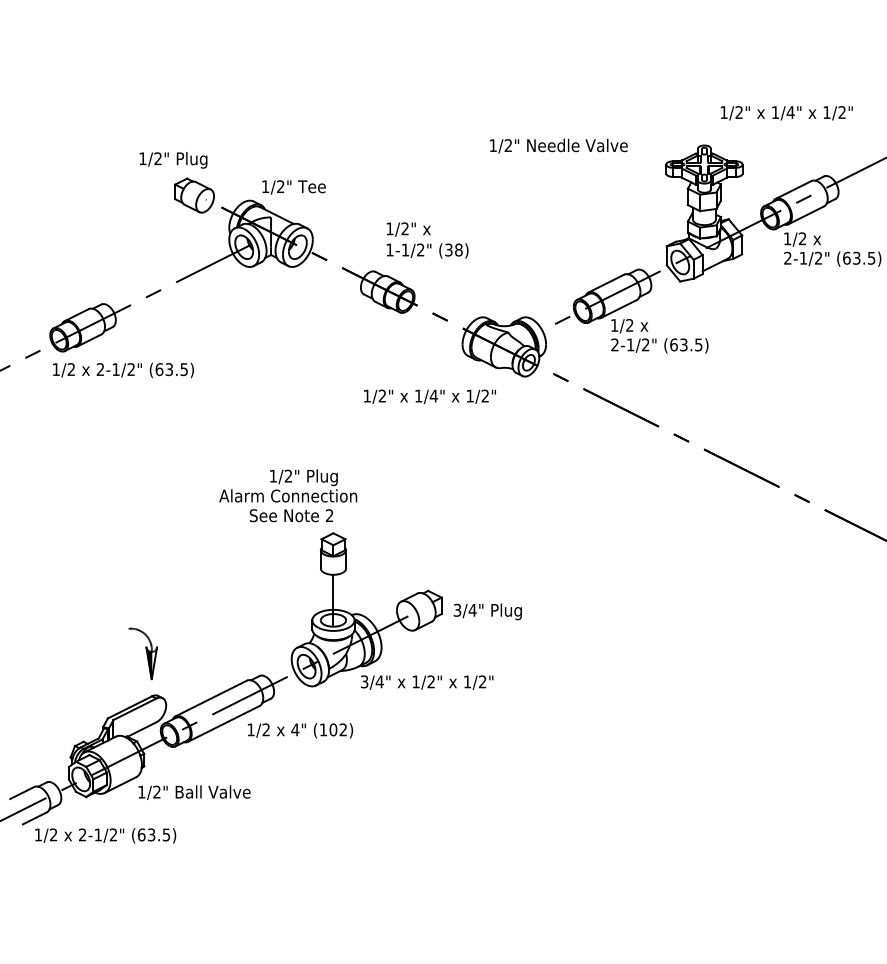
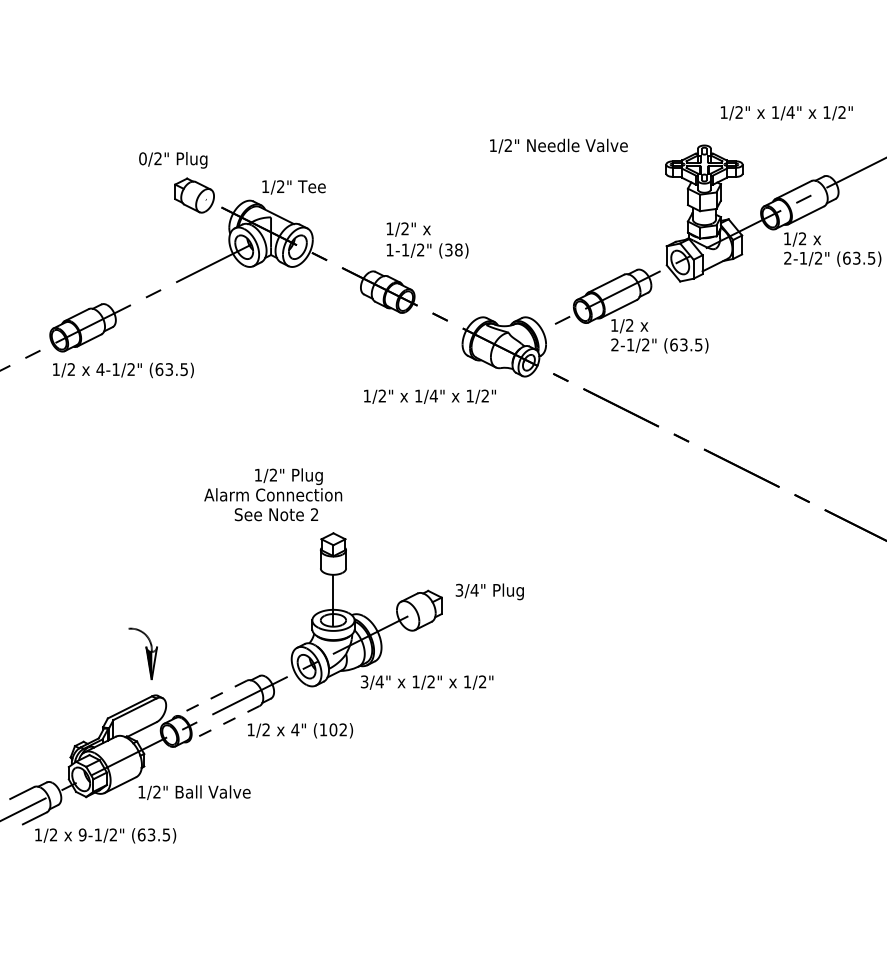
text at (142, 158): 1/2" -> 0/2"
text at (100, 369): 2-1/2" -> 4-1/2"
text at (288, 495) position: (288, 495) -> (273, 494)
text at (487, 611) position: (487, 611) -> (489, 591)
line at (210, 698): solid -> dashed
line at (223, 724): solid -> dashed
text at (82, 834): 2-1/2" -> 9-1/2"
